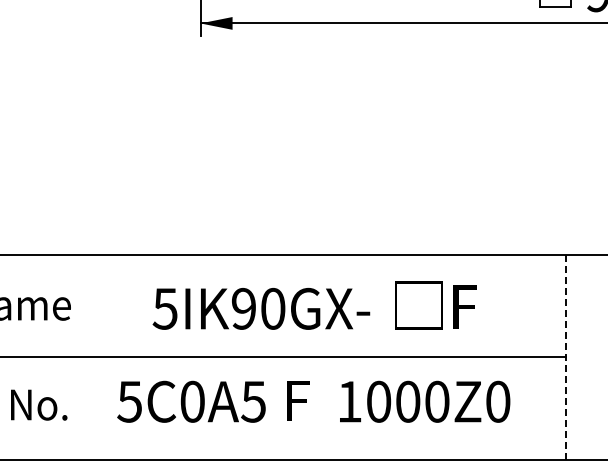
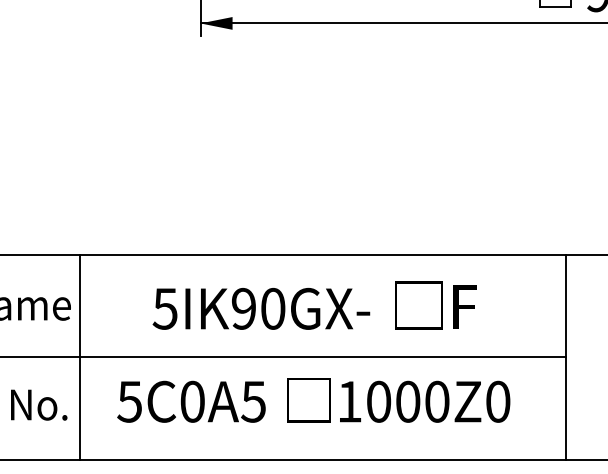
line at (79, 356): none -> present
line at (566, 356): dashed -> solid
text at (308, 400): F -> □
